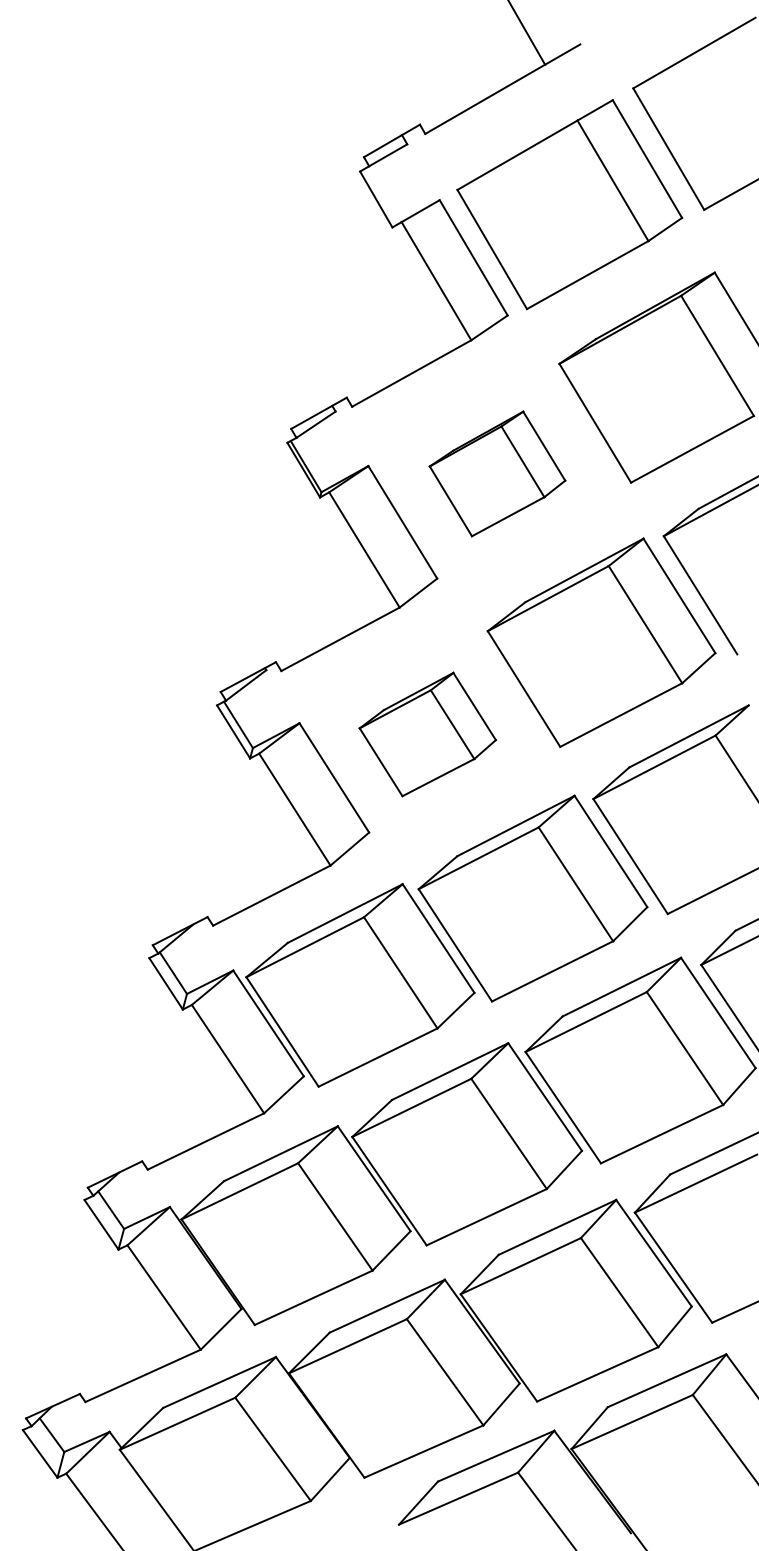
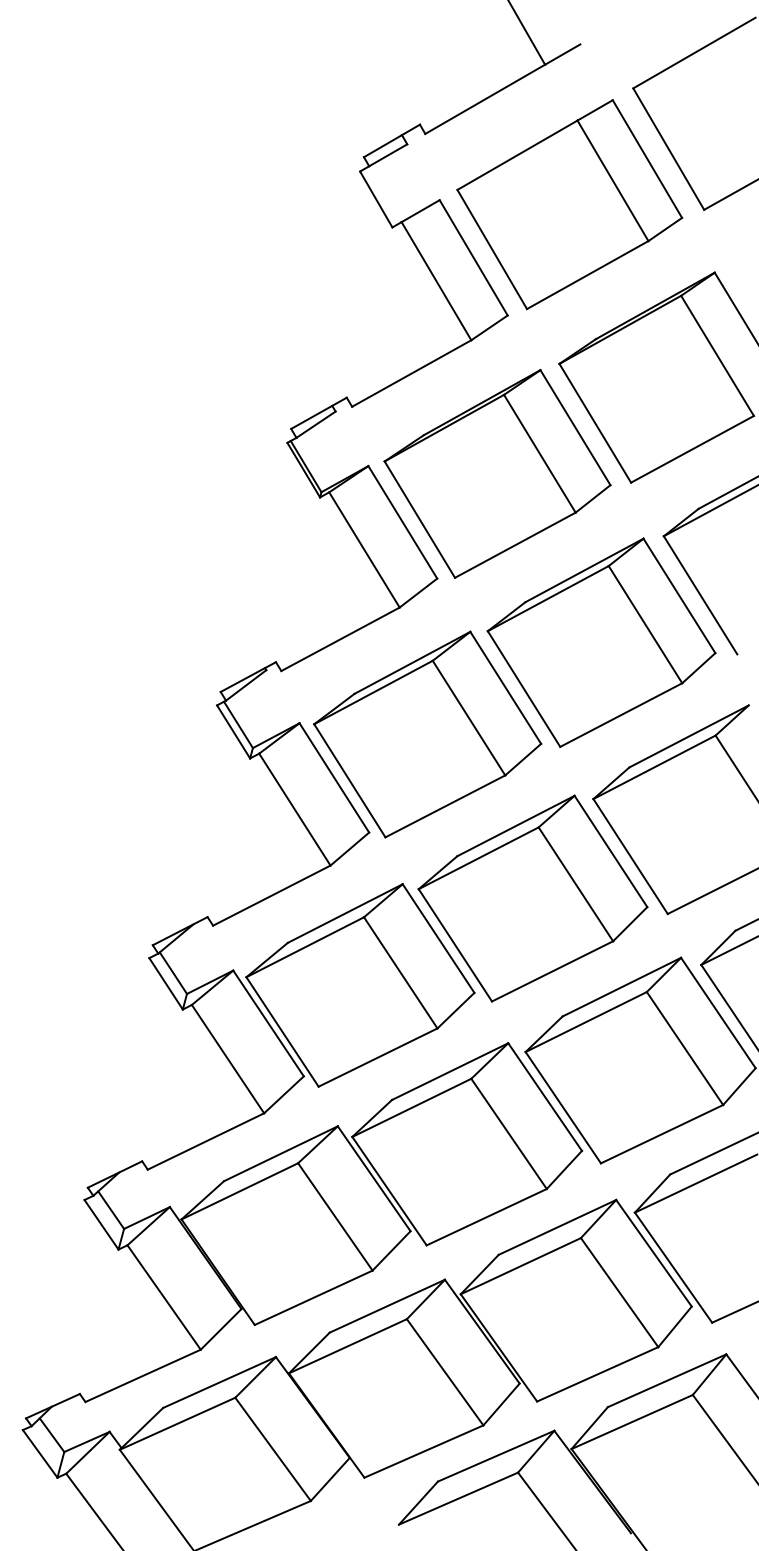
part at (497, 473) size: 139x128 px -> 229x210 px
part at (427, 734) size: 139x127 px -> 230x209 px
